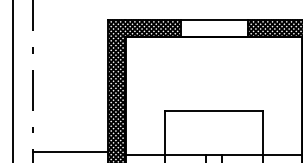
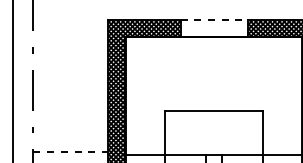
line at (214, 19): solid -> dashed
line at (70, 151): solid -> dashed
